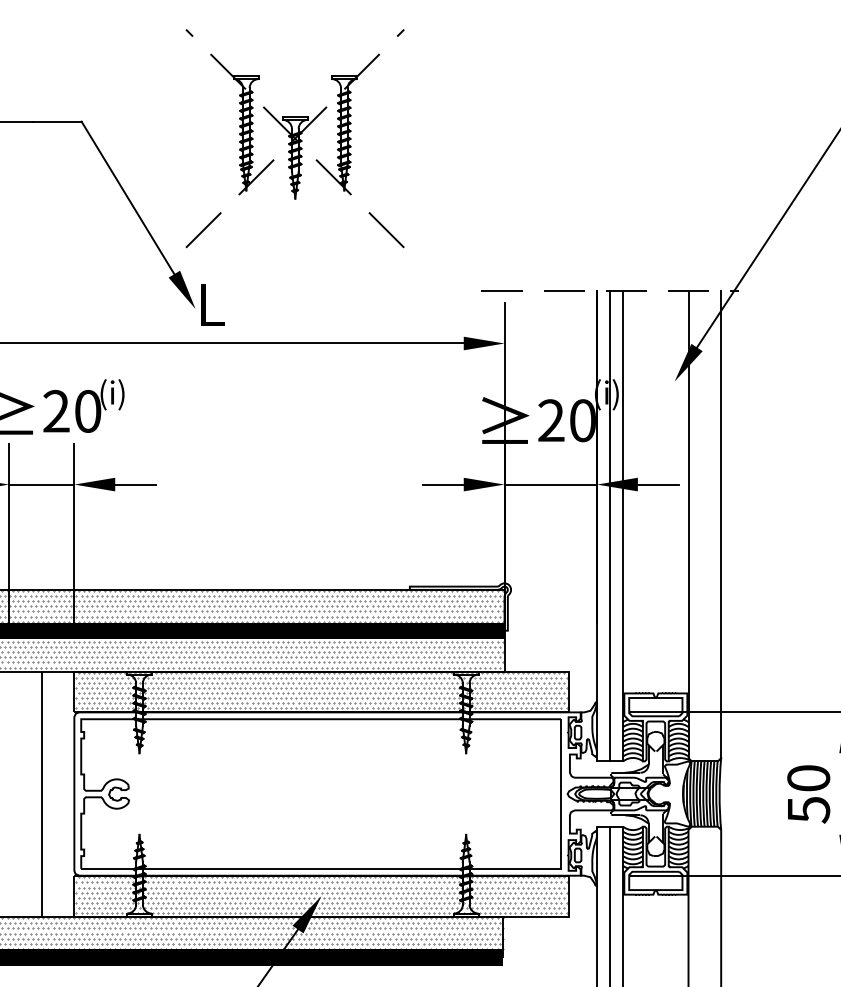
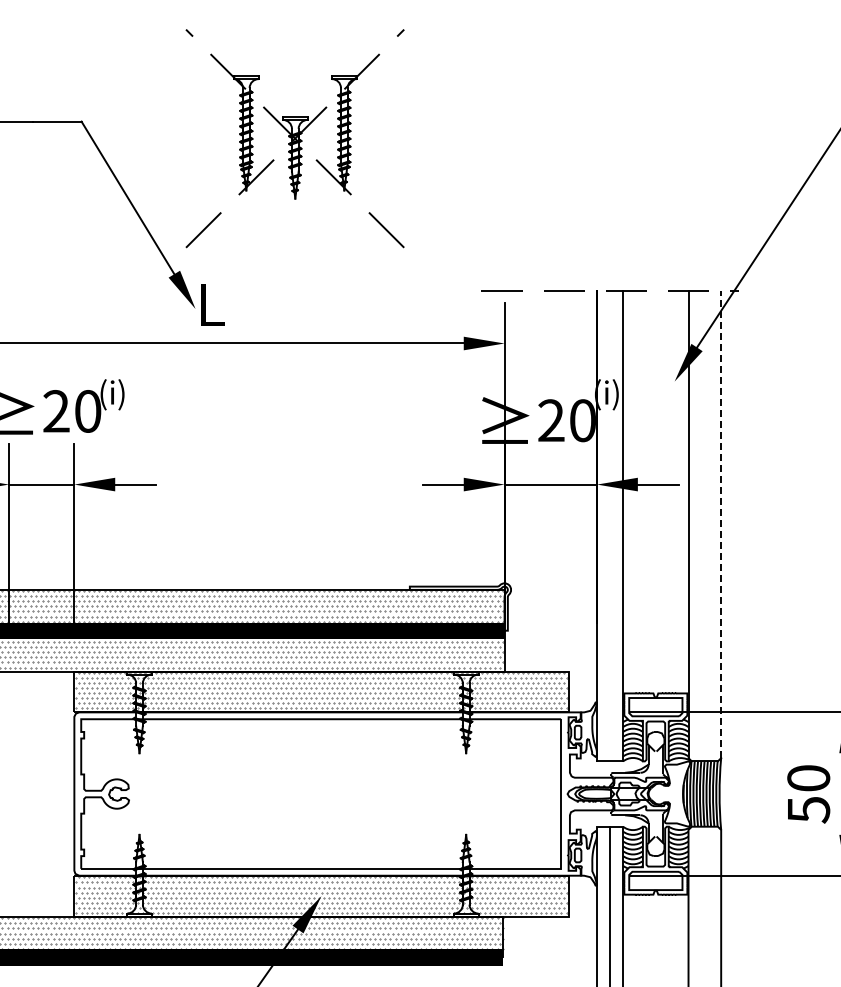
line at (721, 524): solid -> dashed
line at (610, 525): present -> none
line at (41, 793): present -> none
